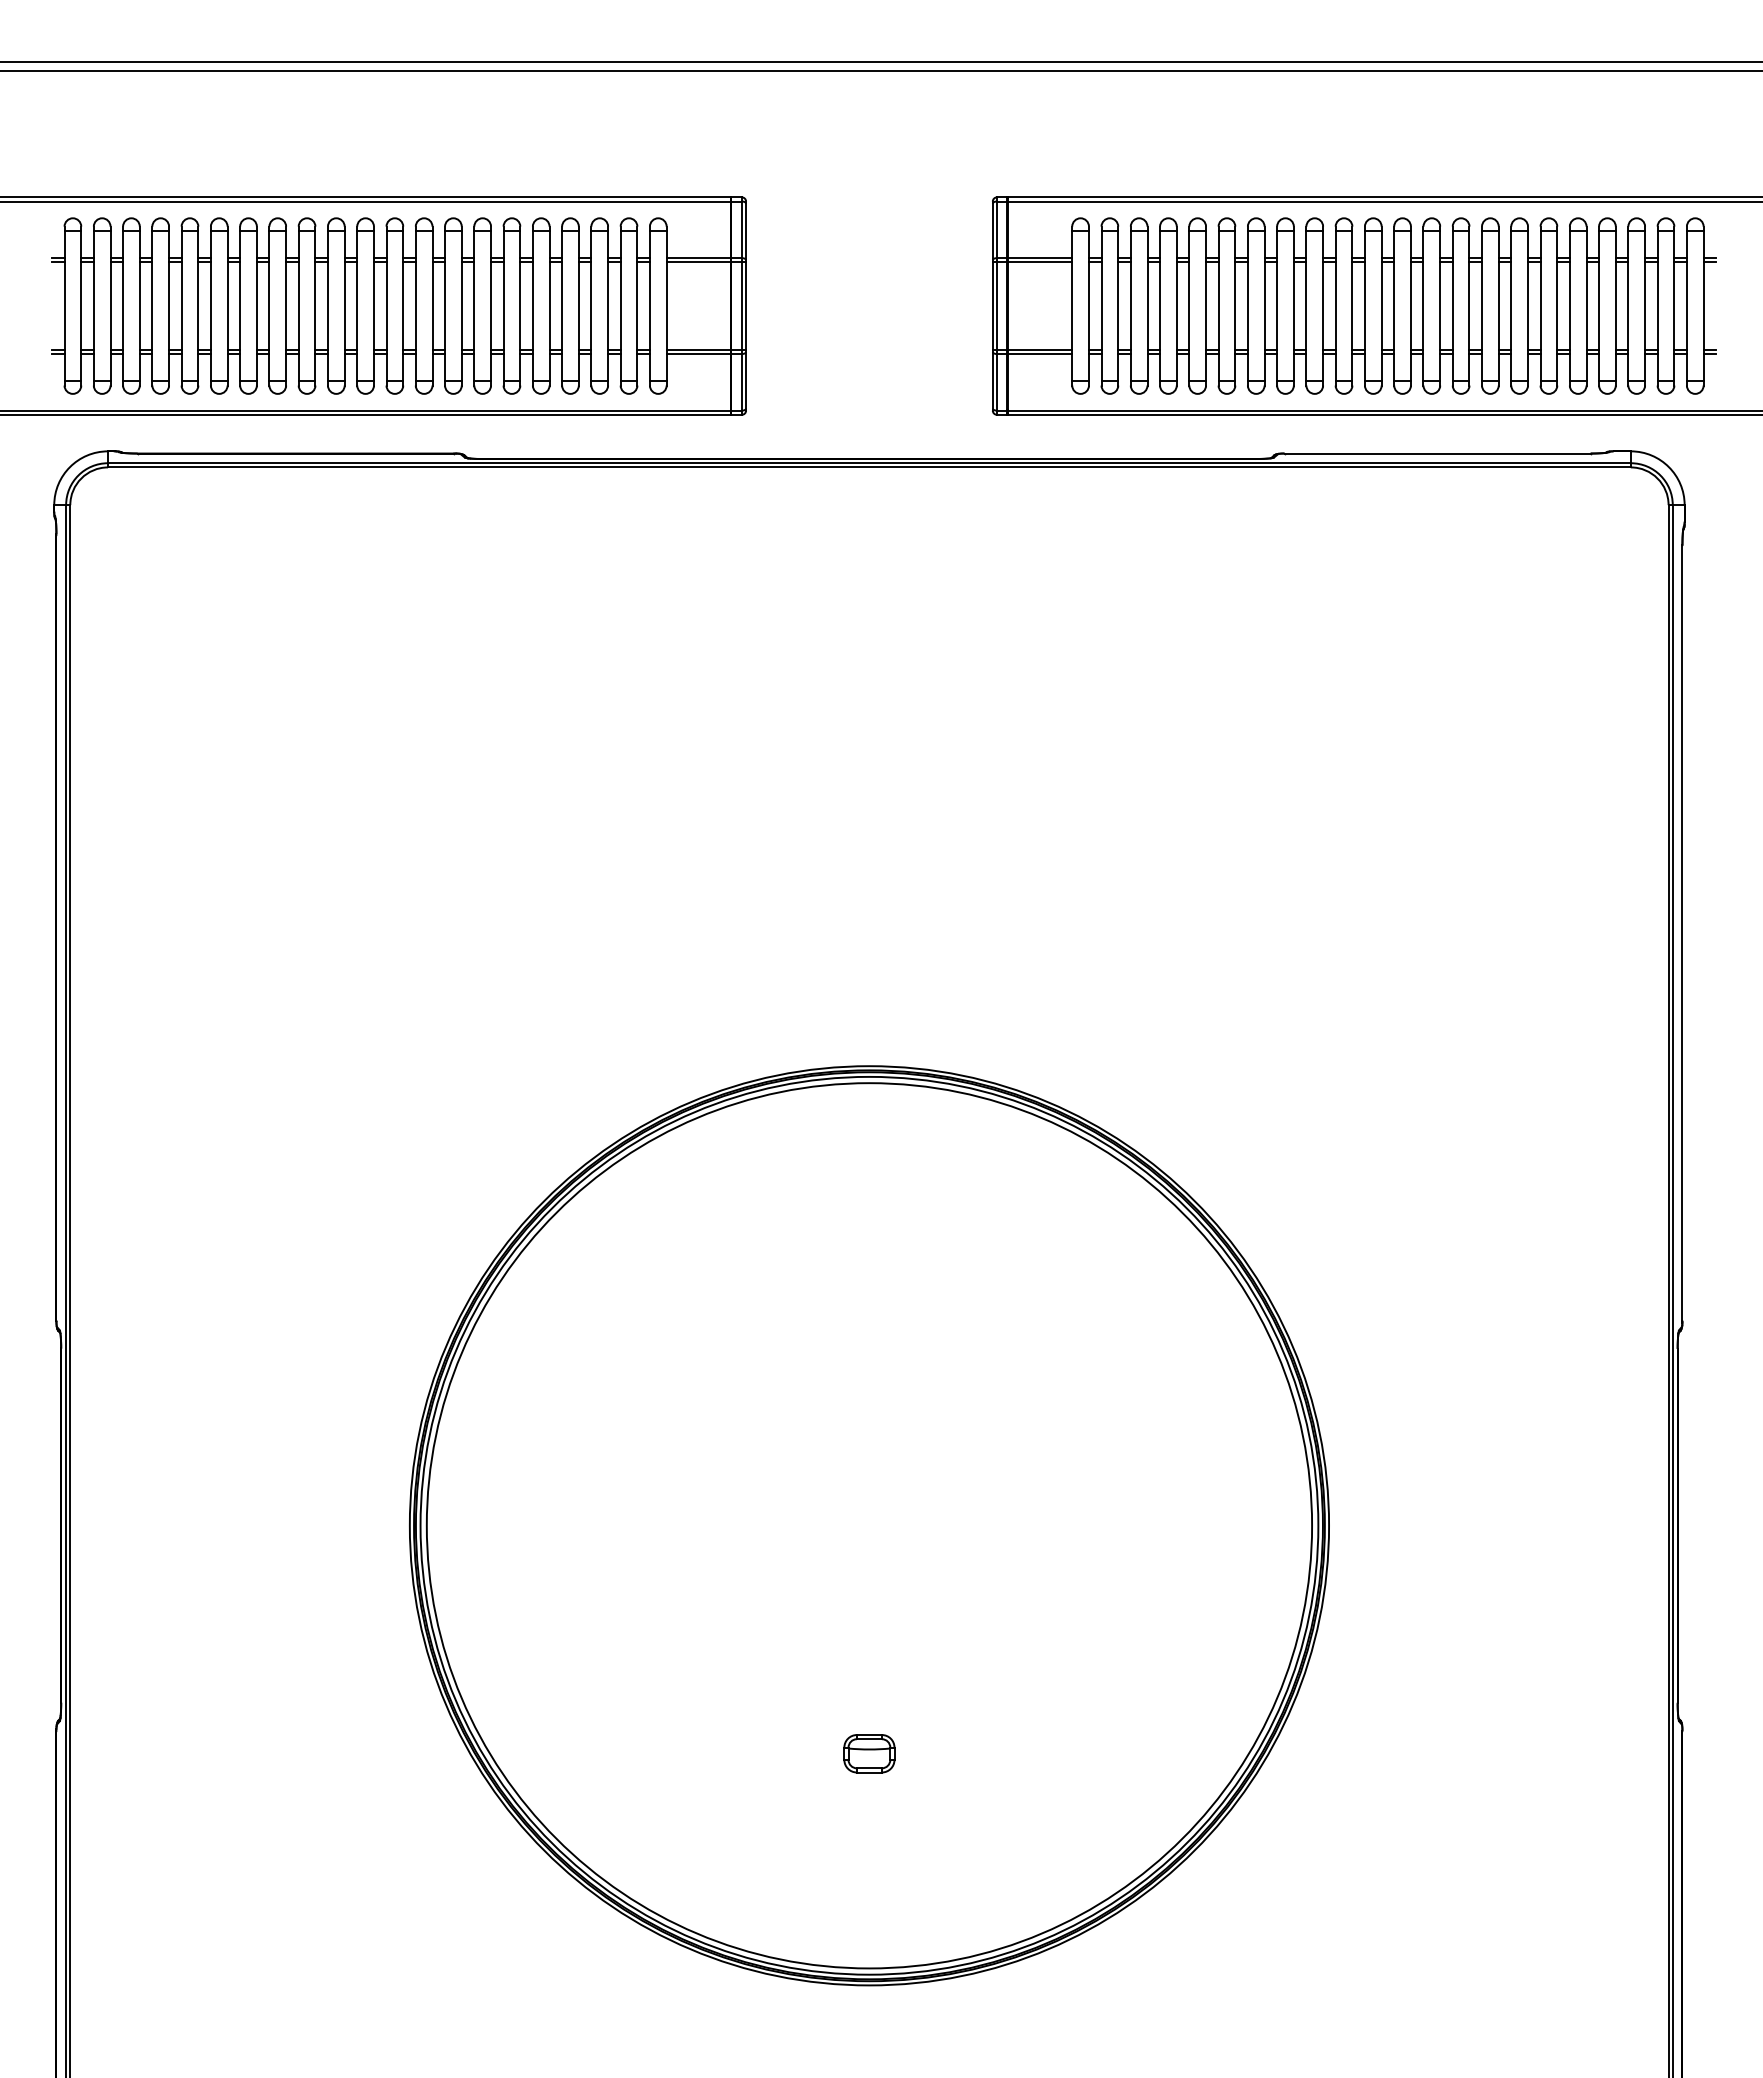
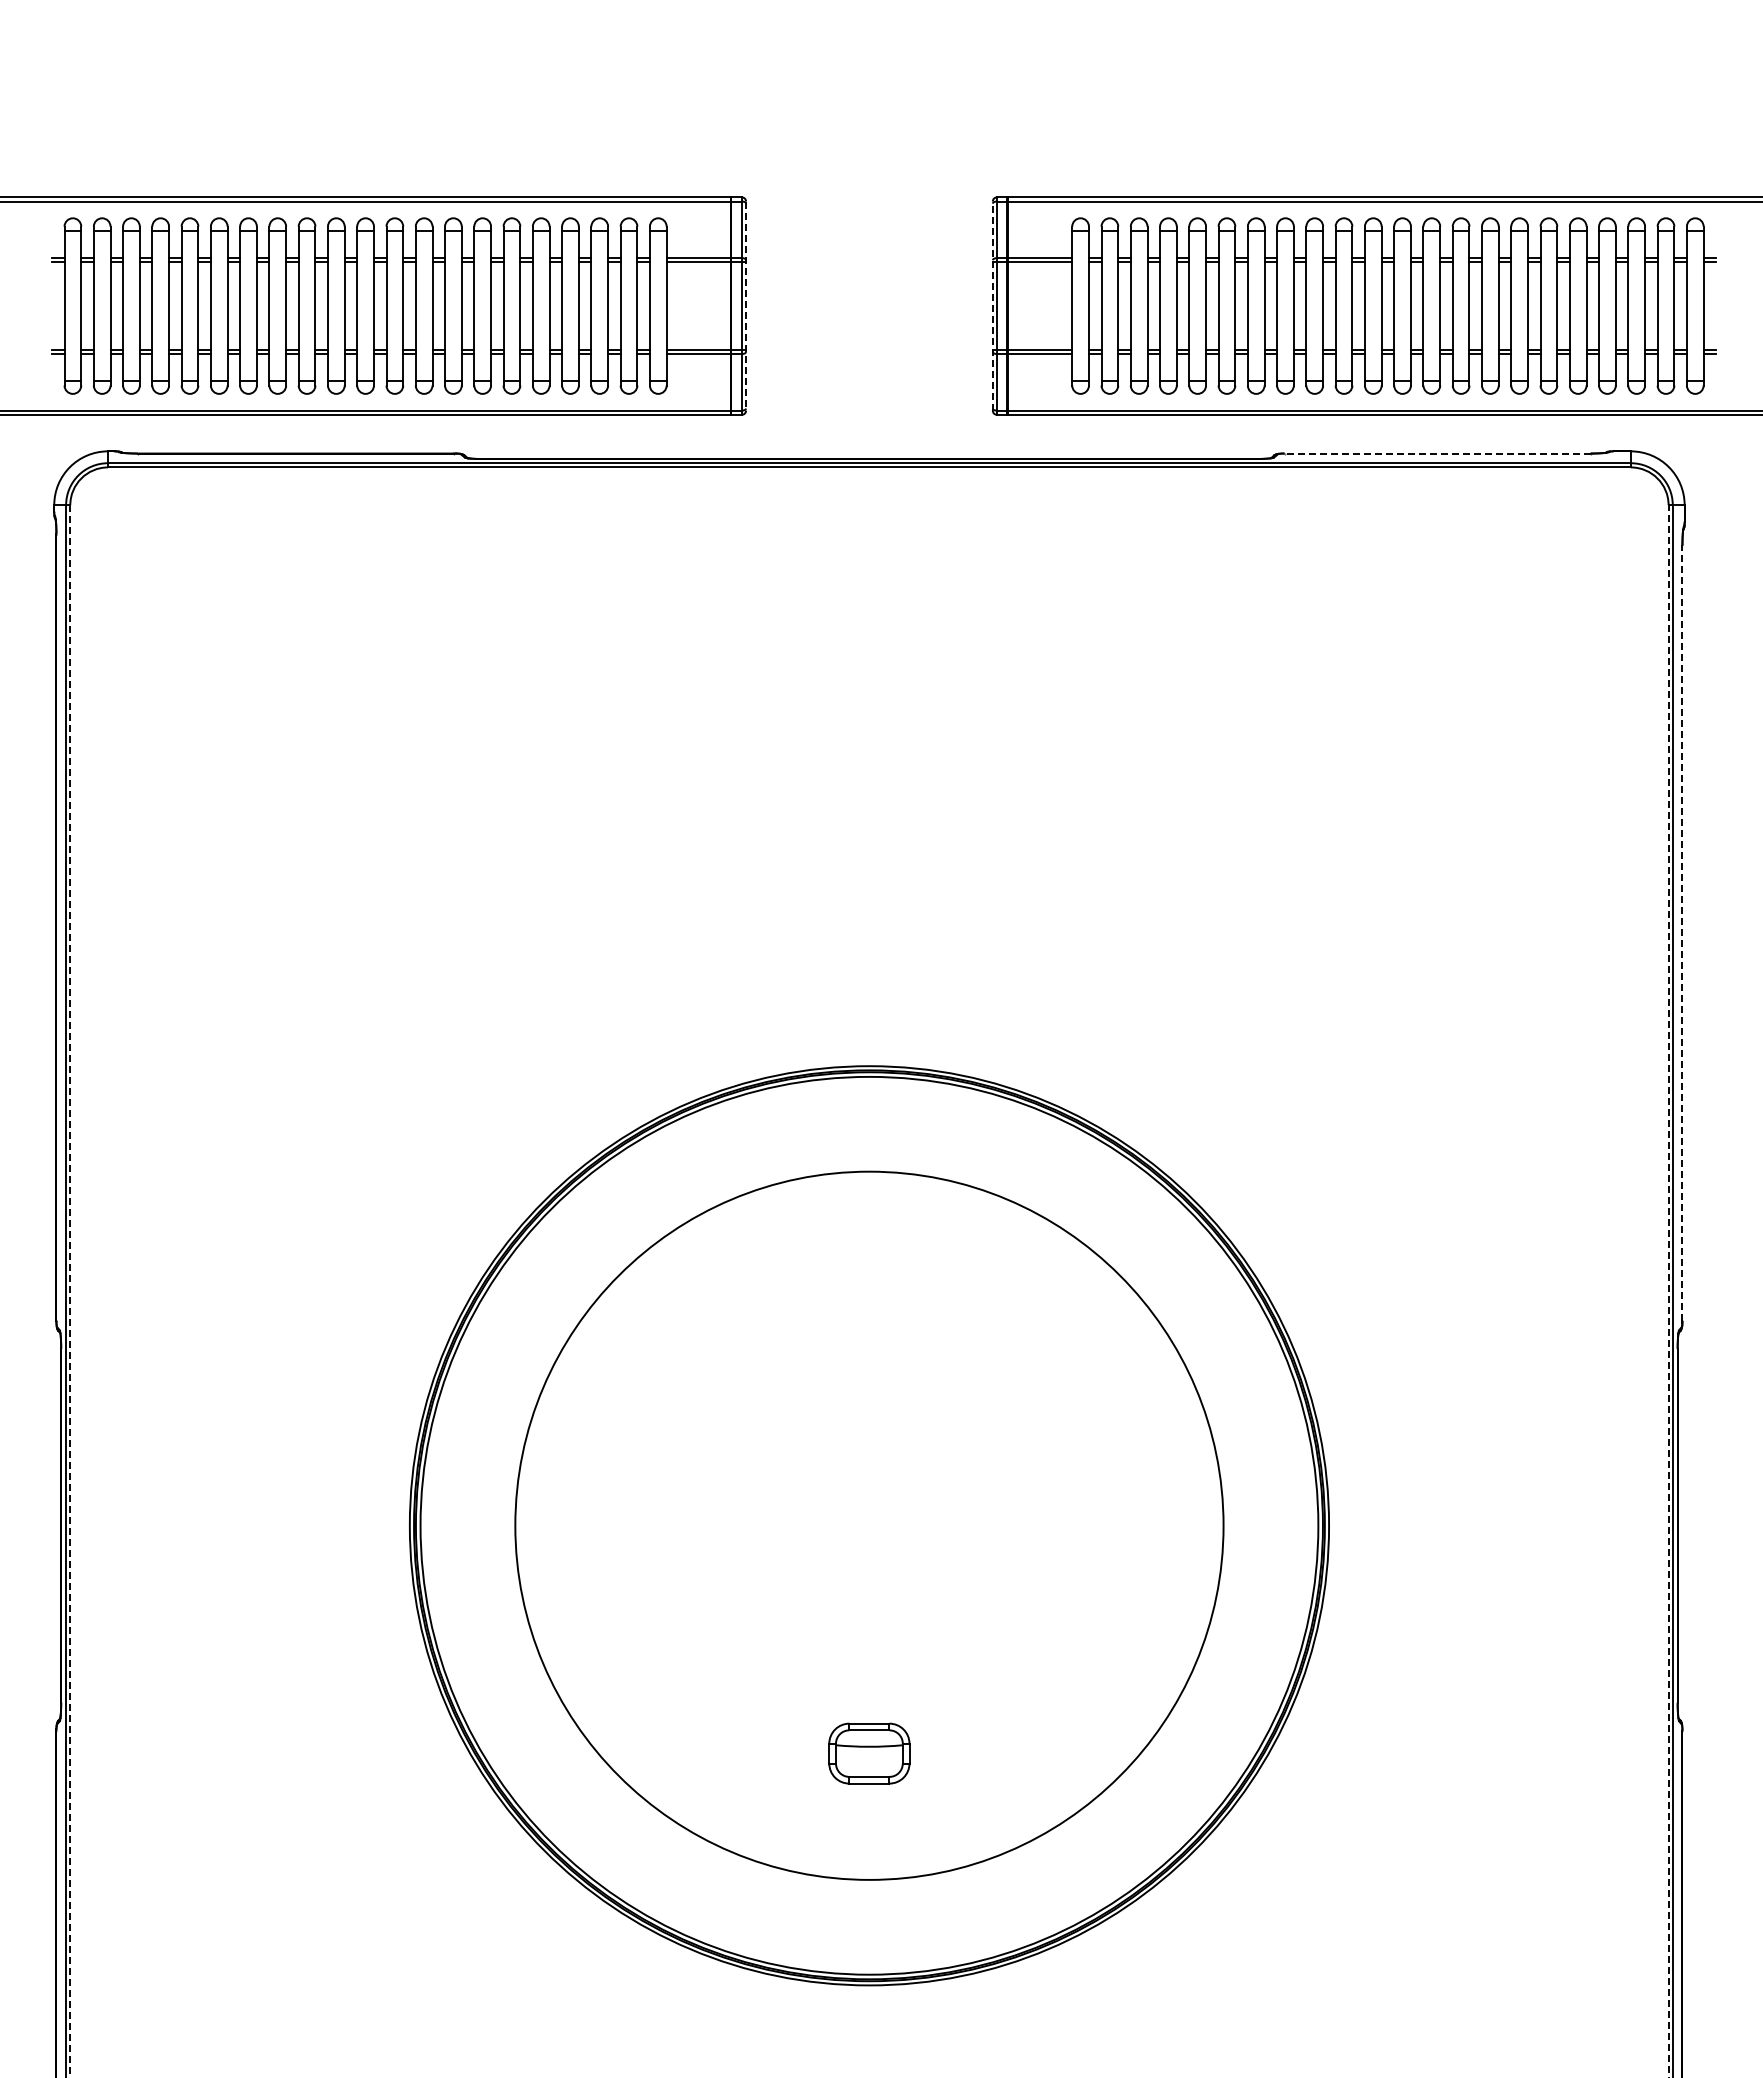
line at (880, 62): present -> none
line at (880, 70): present -> none
line at (746, 306): solid -> dashed
line at (992, 306): solid -> dashed
line at (1437, 453): solid -> dashed
line at (1682, 932): solid -> dashed
line at (1668, 1290): solid -> dashed
line at (70, 1291): solid -> dashed
circle at (869, 1525) diameter: 885 px -> 708 px
part at (869, 1753) size: 53x40 px -> 83x63 px
